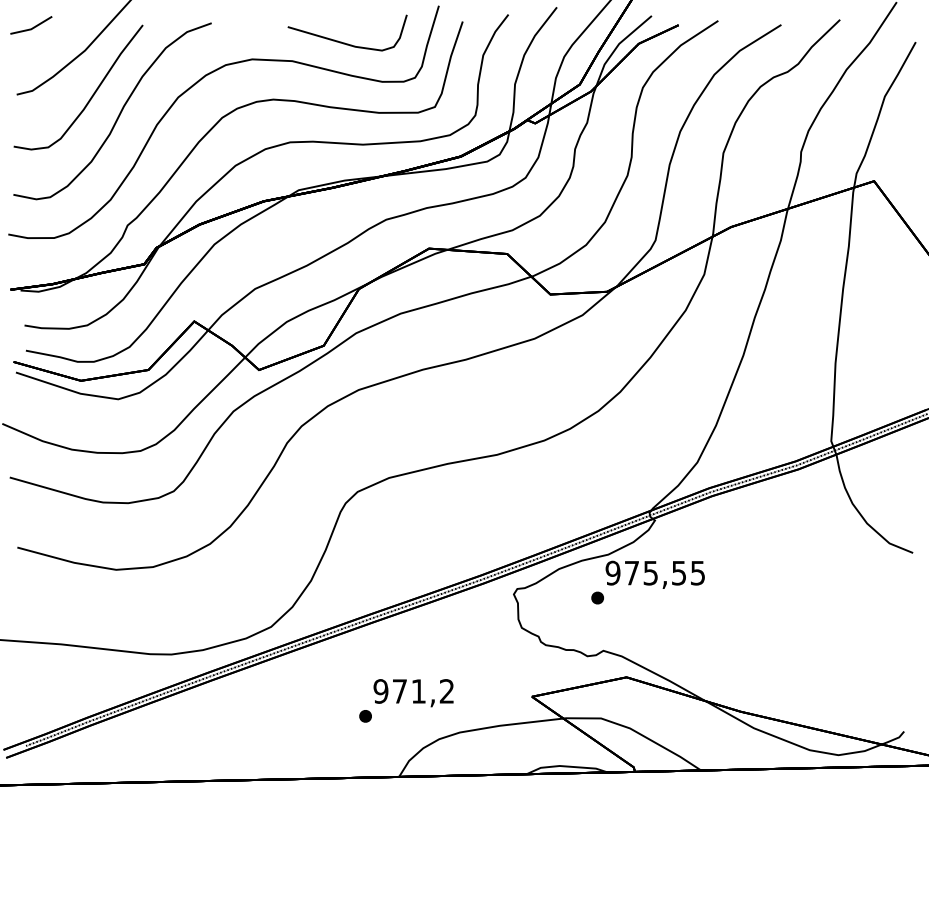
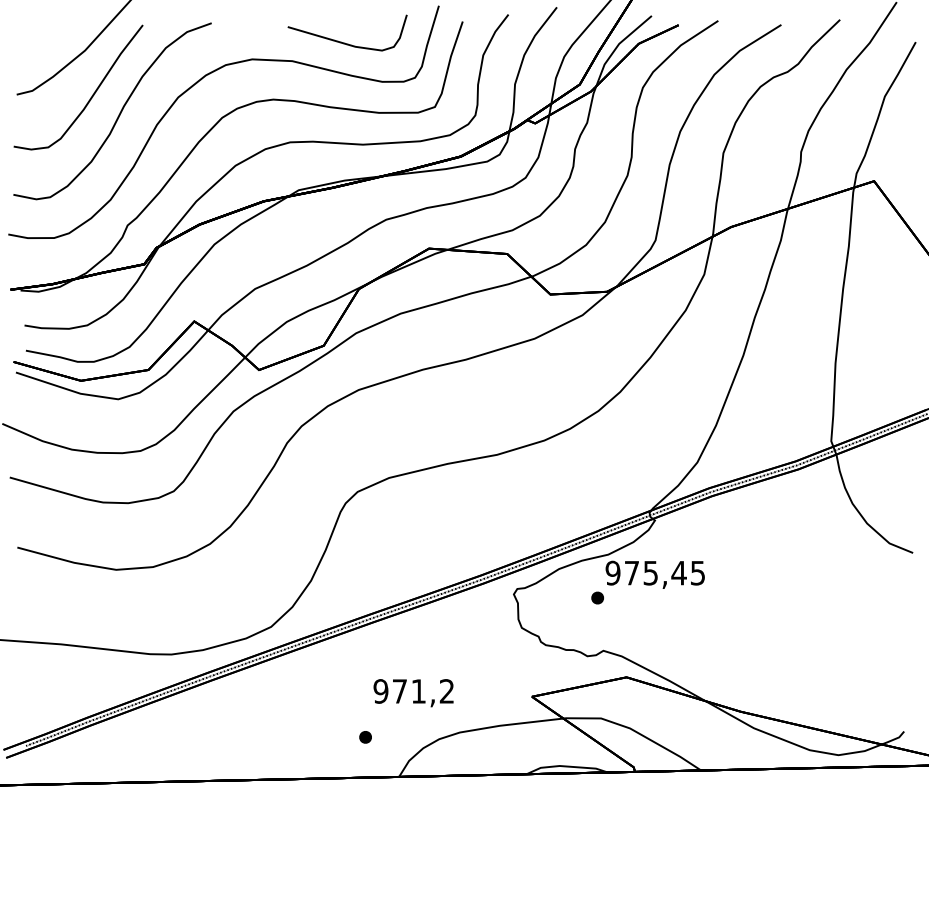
part at (31, 25): present -> none
text at (678, 573): 975,55 -> 975,45
part at (365, 716) position: (365, 716) -> (365, 737)
